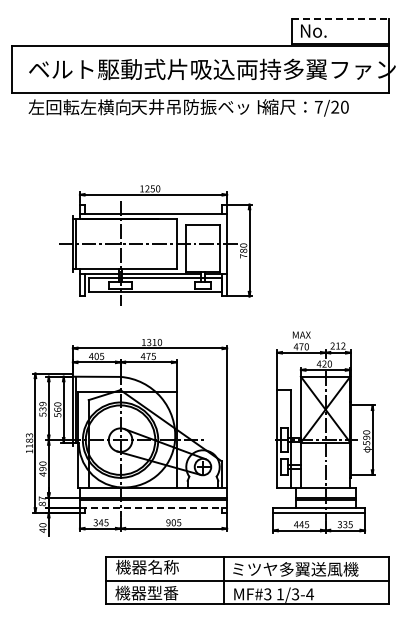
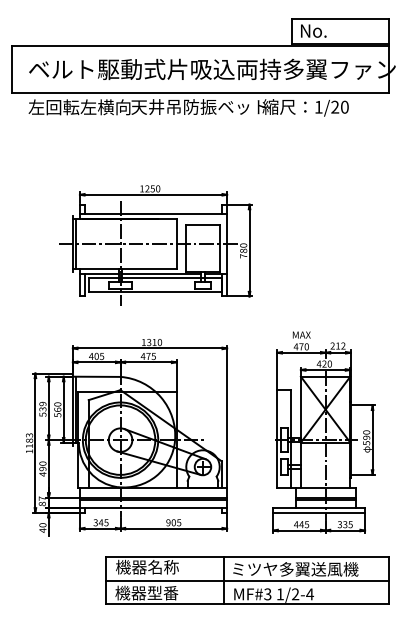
line at (341, 18): dashed -> solid
text at (318, 107): 7/20 -> 1/20
line at (153, 508): dashed -> solid
text at (295, 594): 1/3-4 -> 1/2-4
